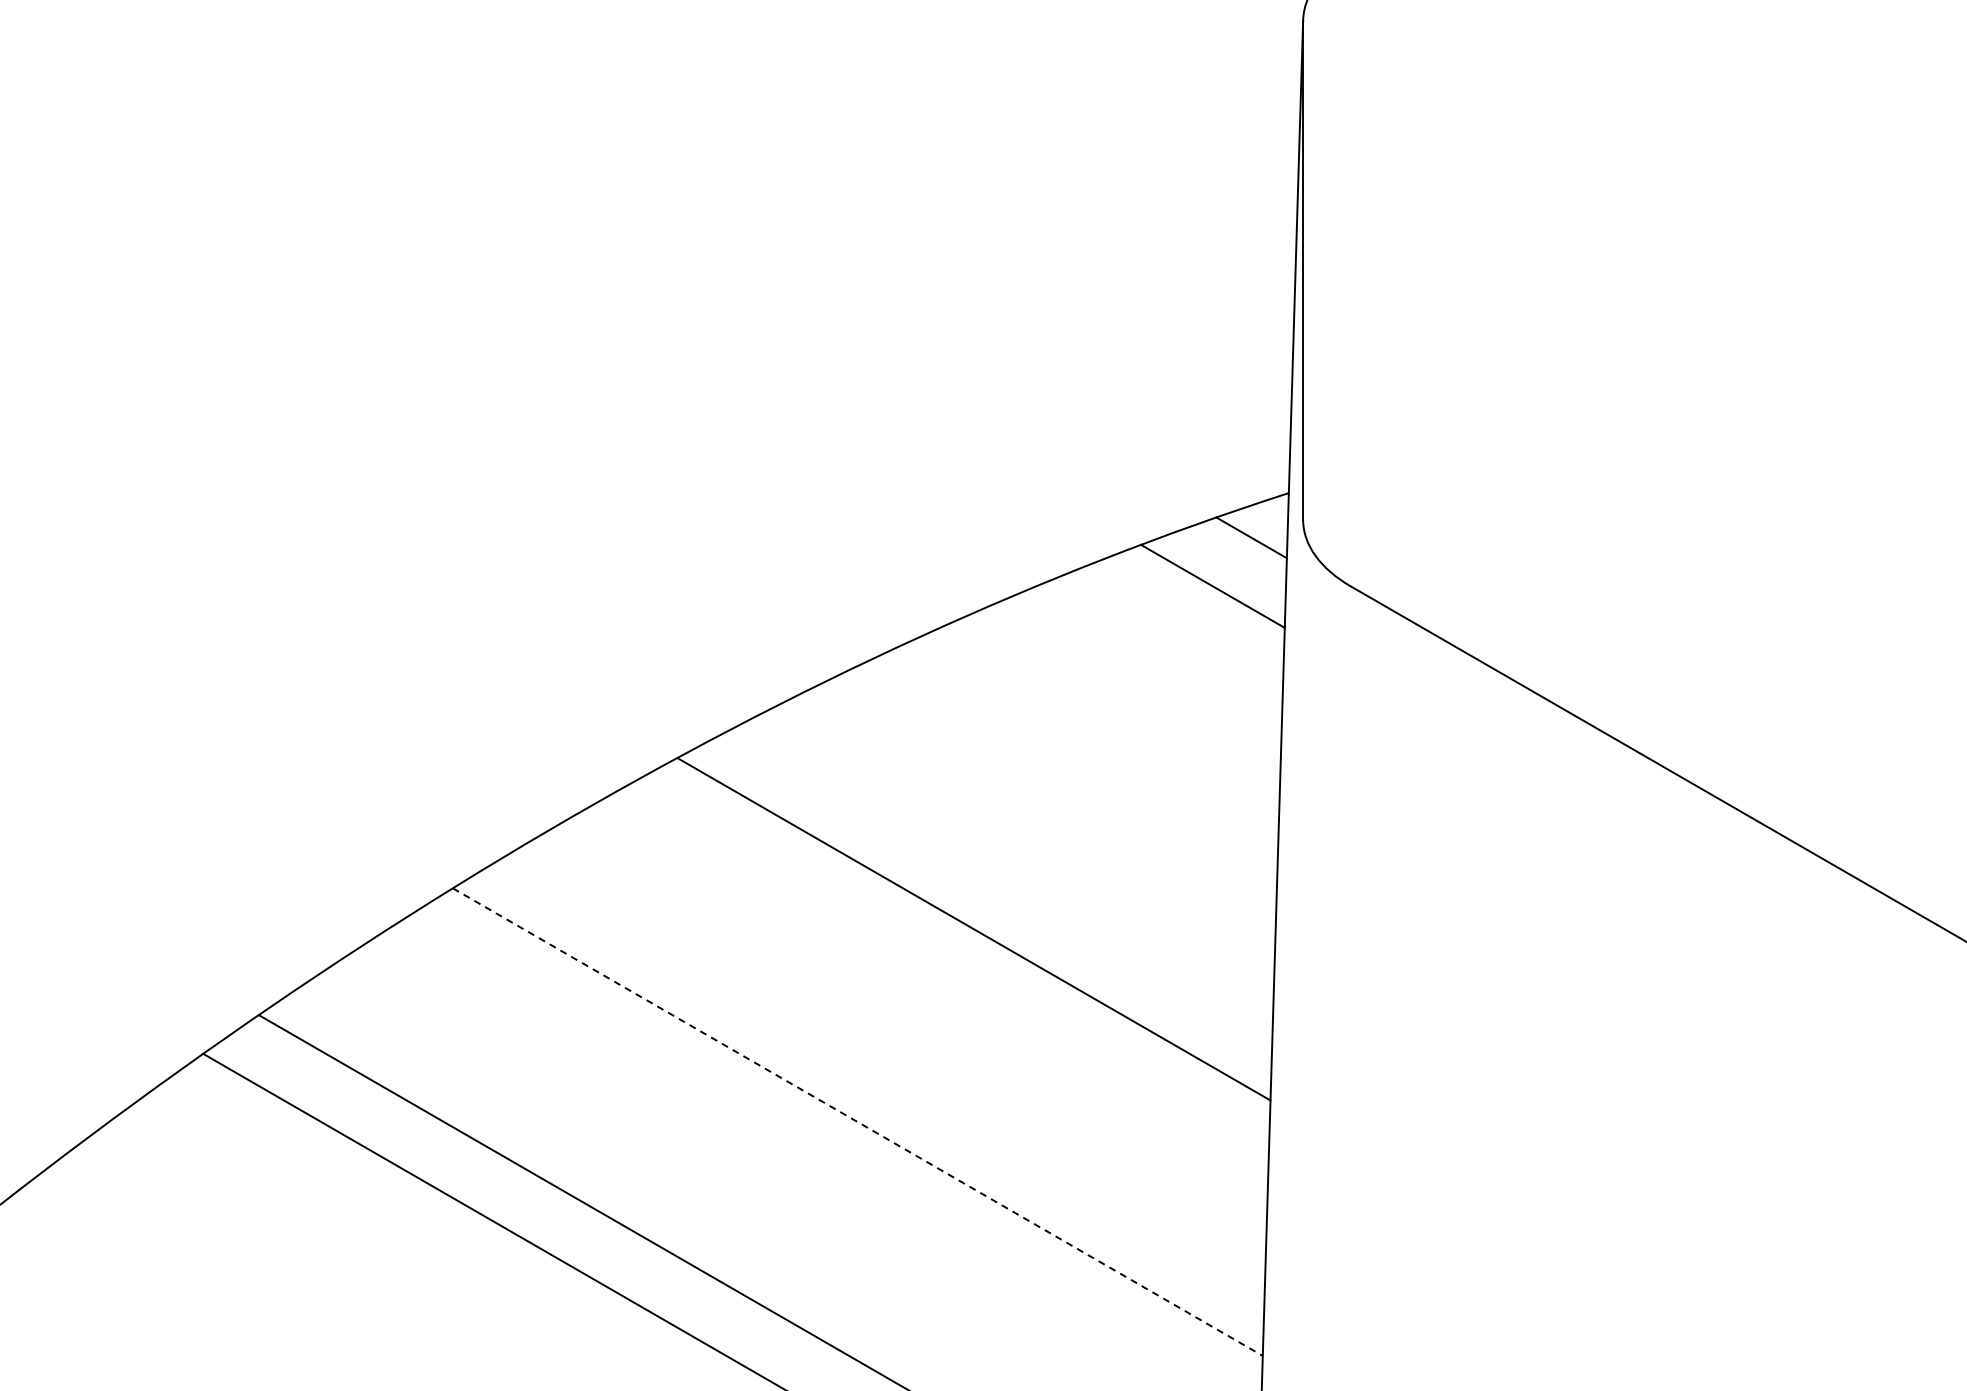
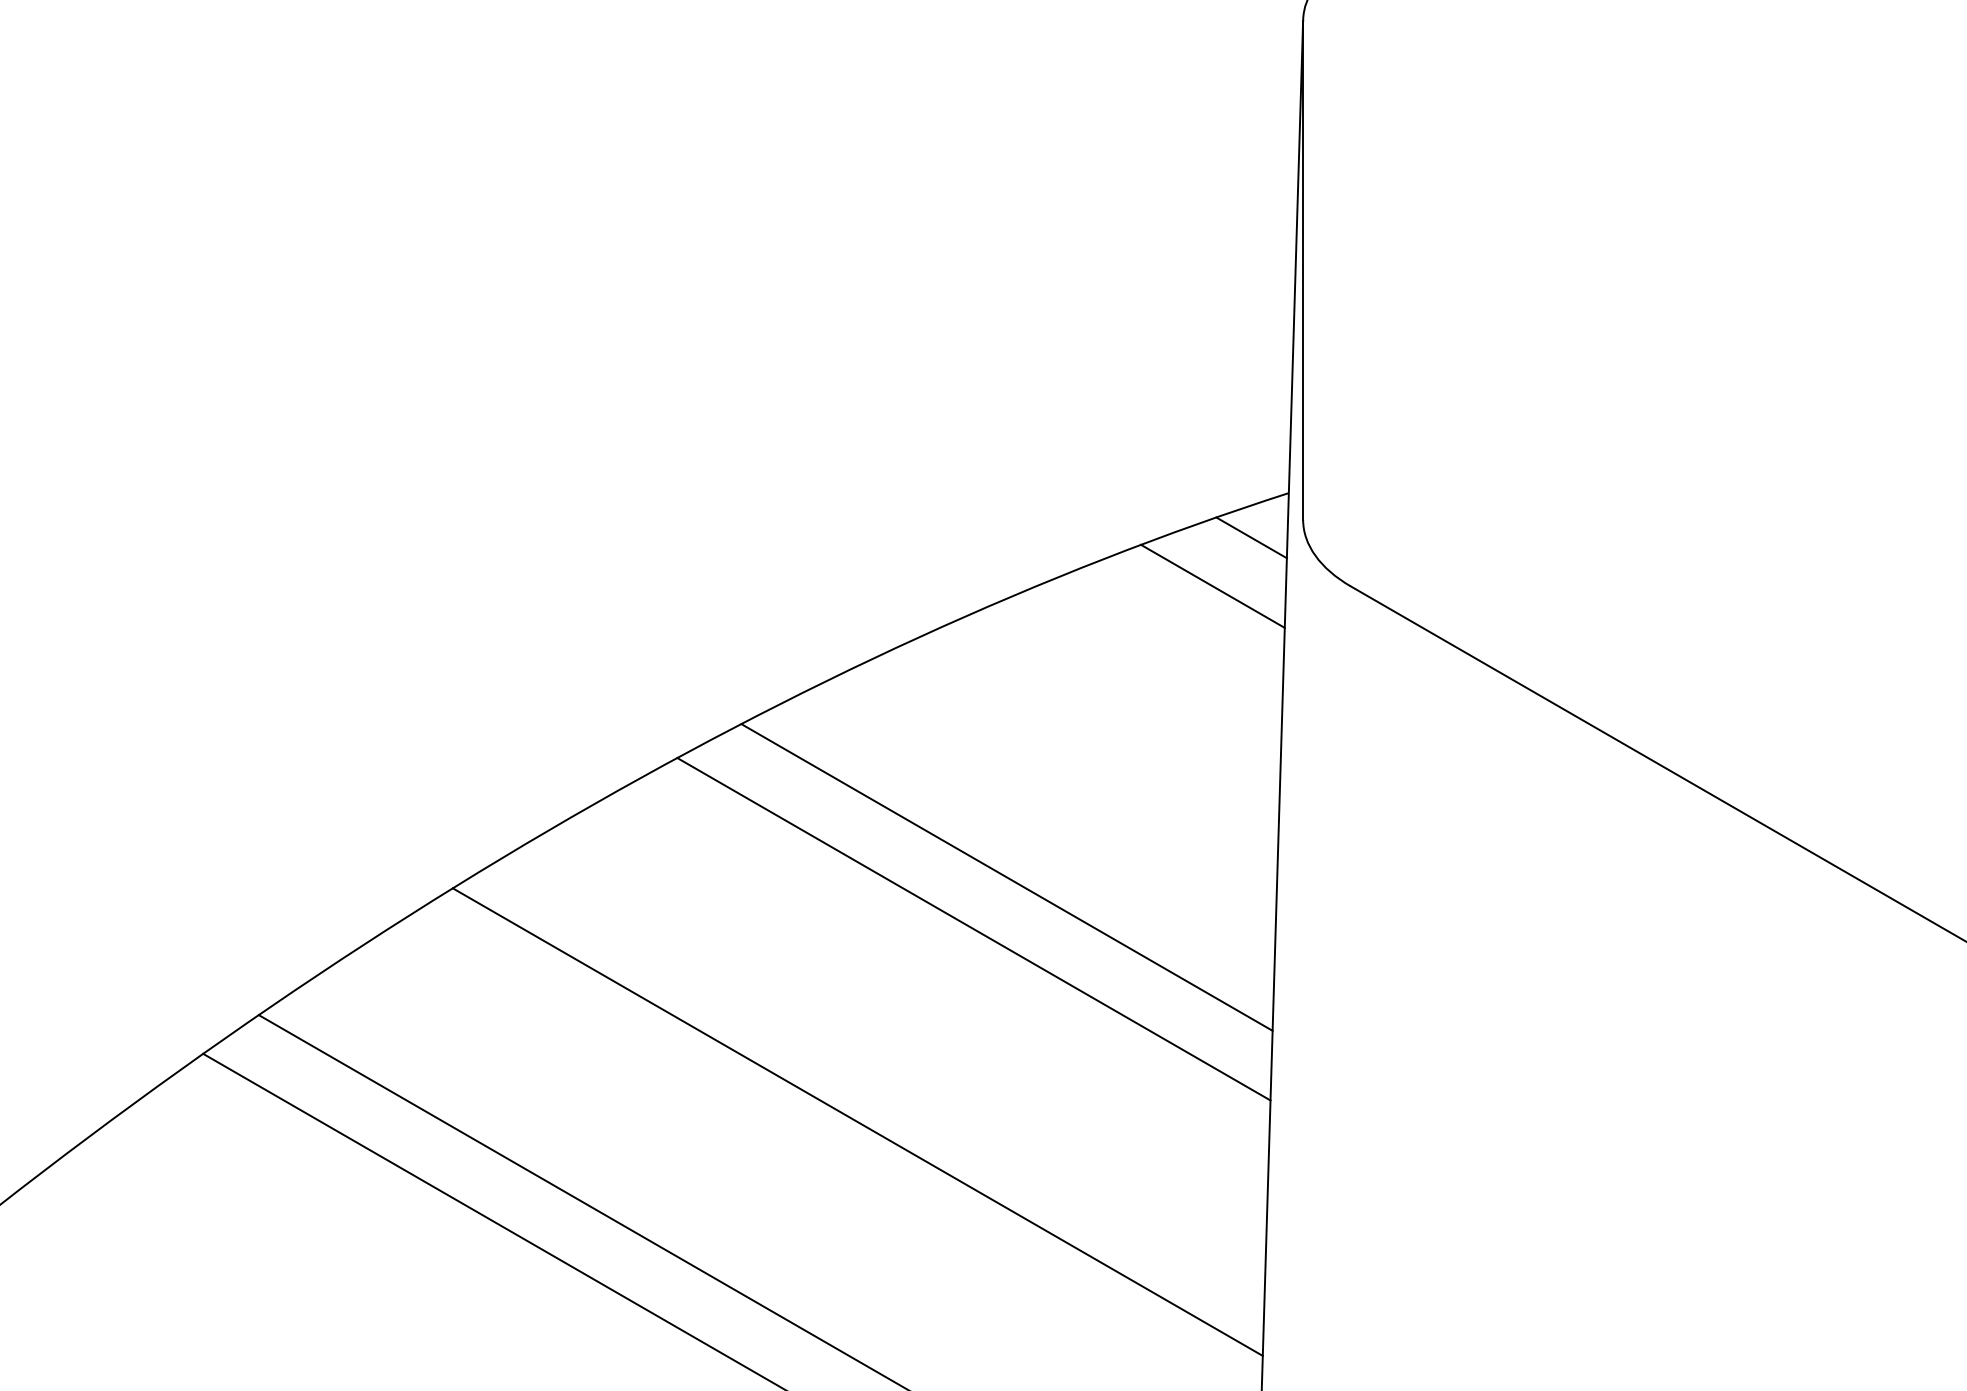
line at (1006, 877): none -> present
line at (857, 1122): dashed -> solid
